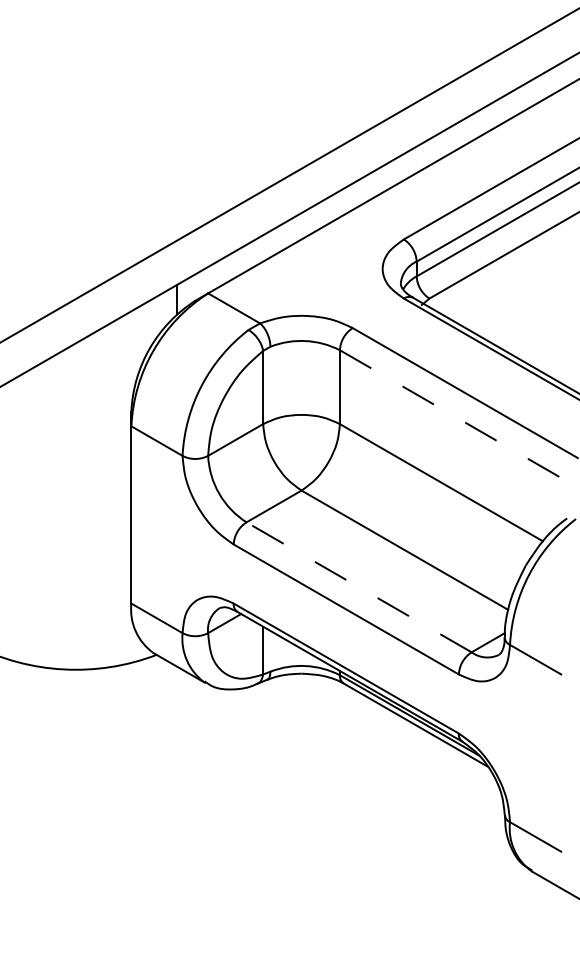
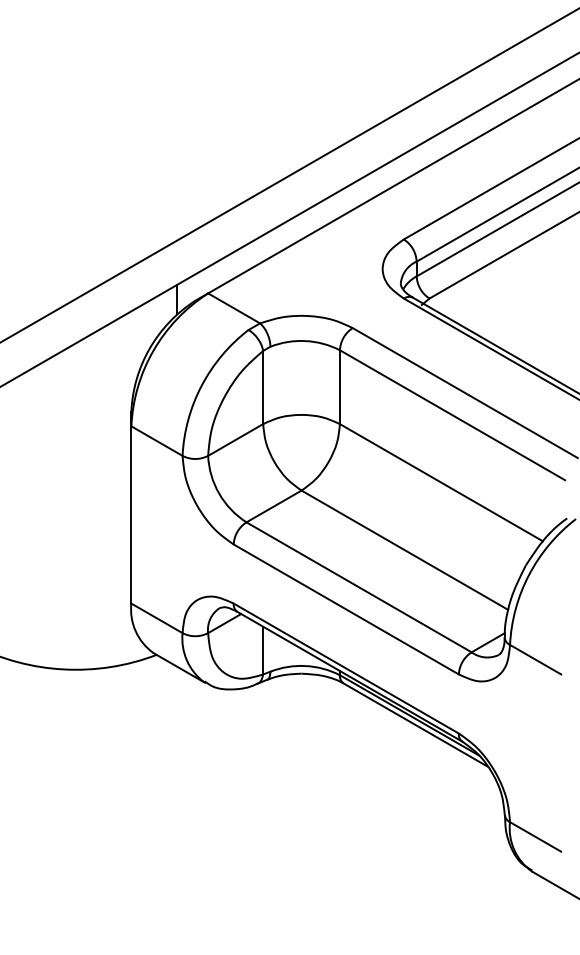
line at (452, 415): dashed -> solid
line at (359, 587): dashed -> solid
